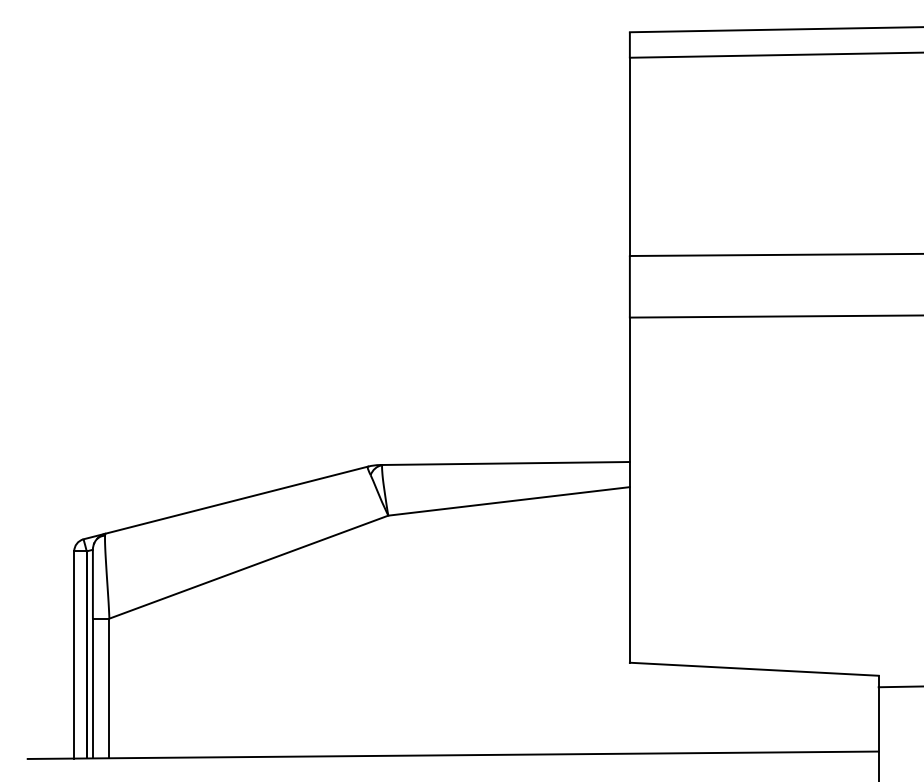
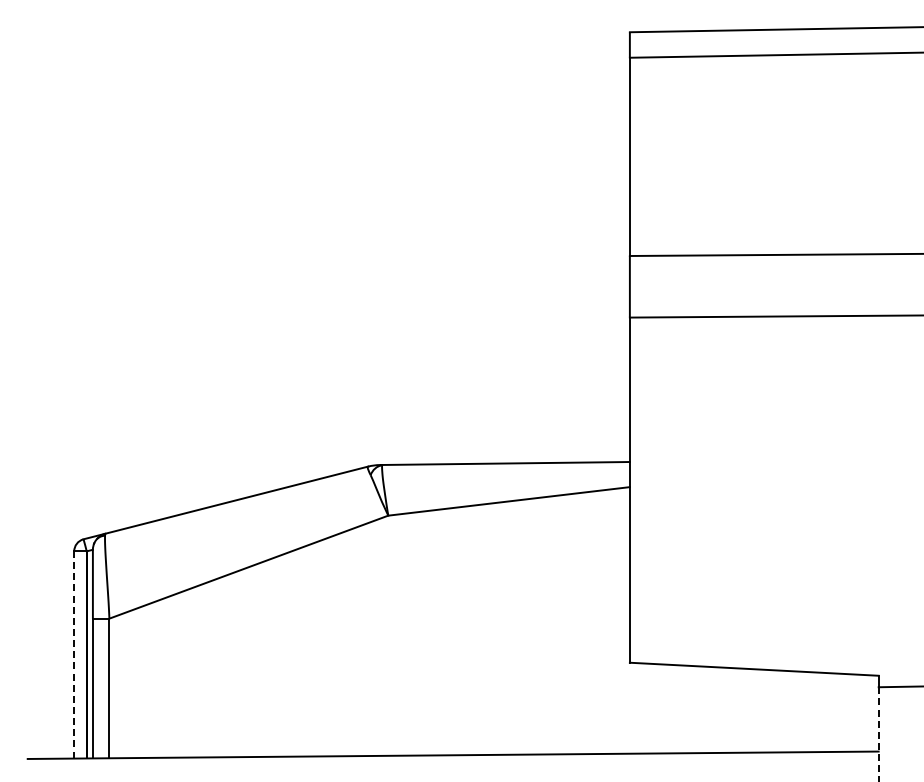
line at (74, 654): solid -> dashed
line at (878, 734): solid -> dashed
